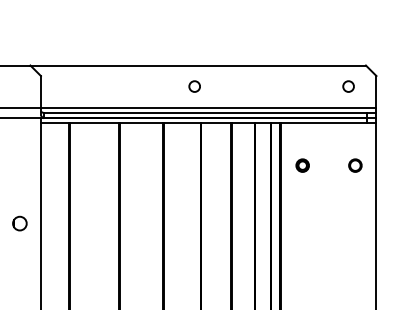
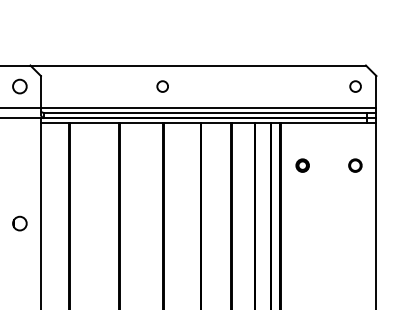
circle at (19, 86): none -> present
circle at (194, 86) position: (194, 86) -> (162, 86)
circle at (348, 86) position: (348, 86) -> (355, 86)
